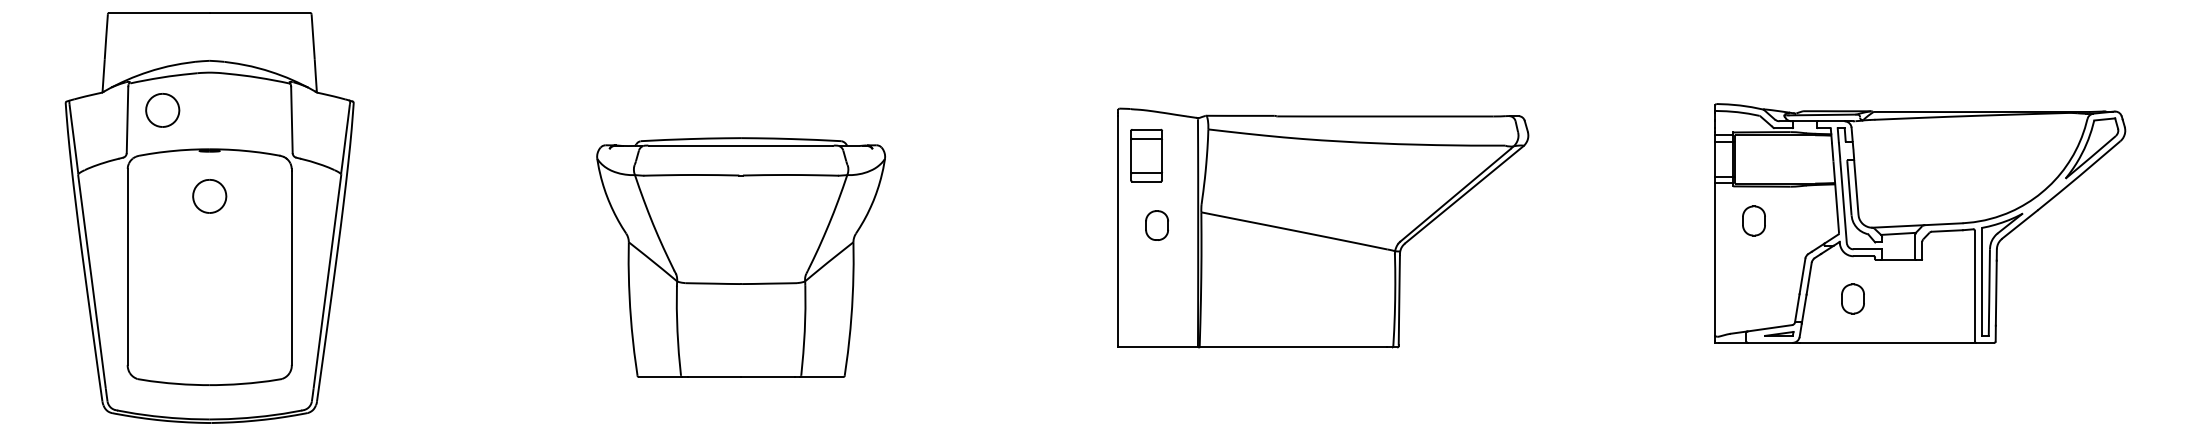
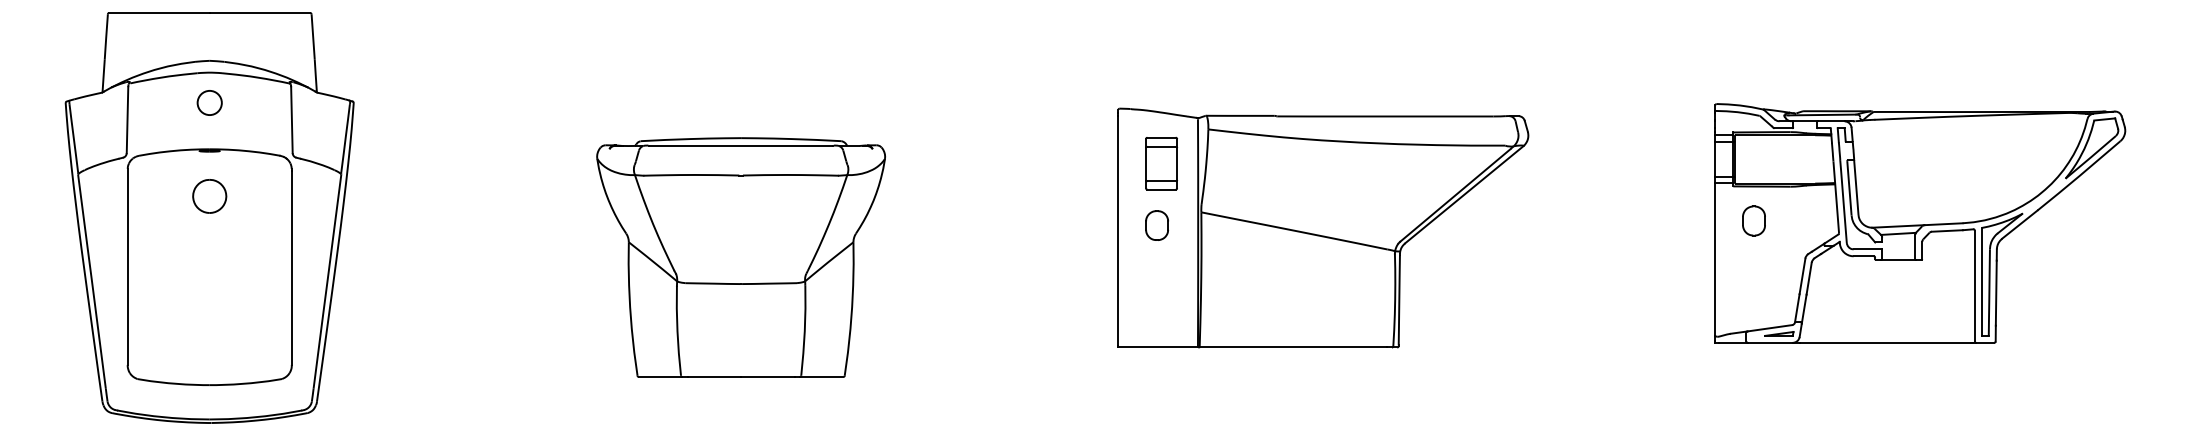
circle at (209, 102): none -> present
part at (162, 110): present -> none
part at (1146, 155) position: (1146, 155) -> (1161, 163)
part at (1852, 298): present -> none
